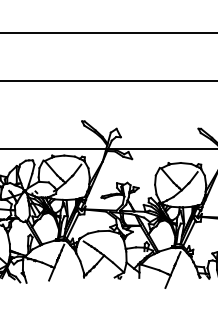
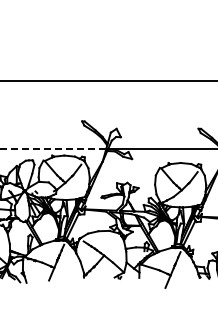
line at (108, 32): present -> none
line at (53, 148): solid -> dashed
